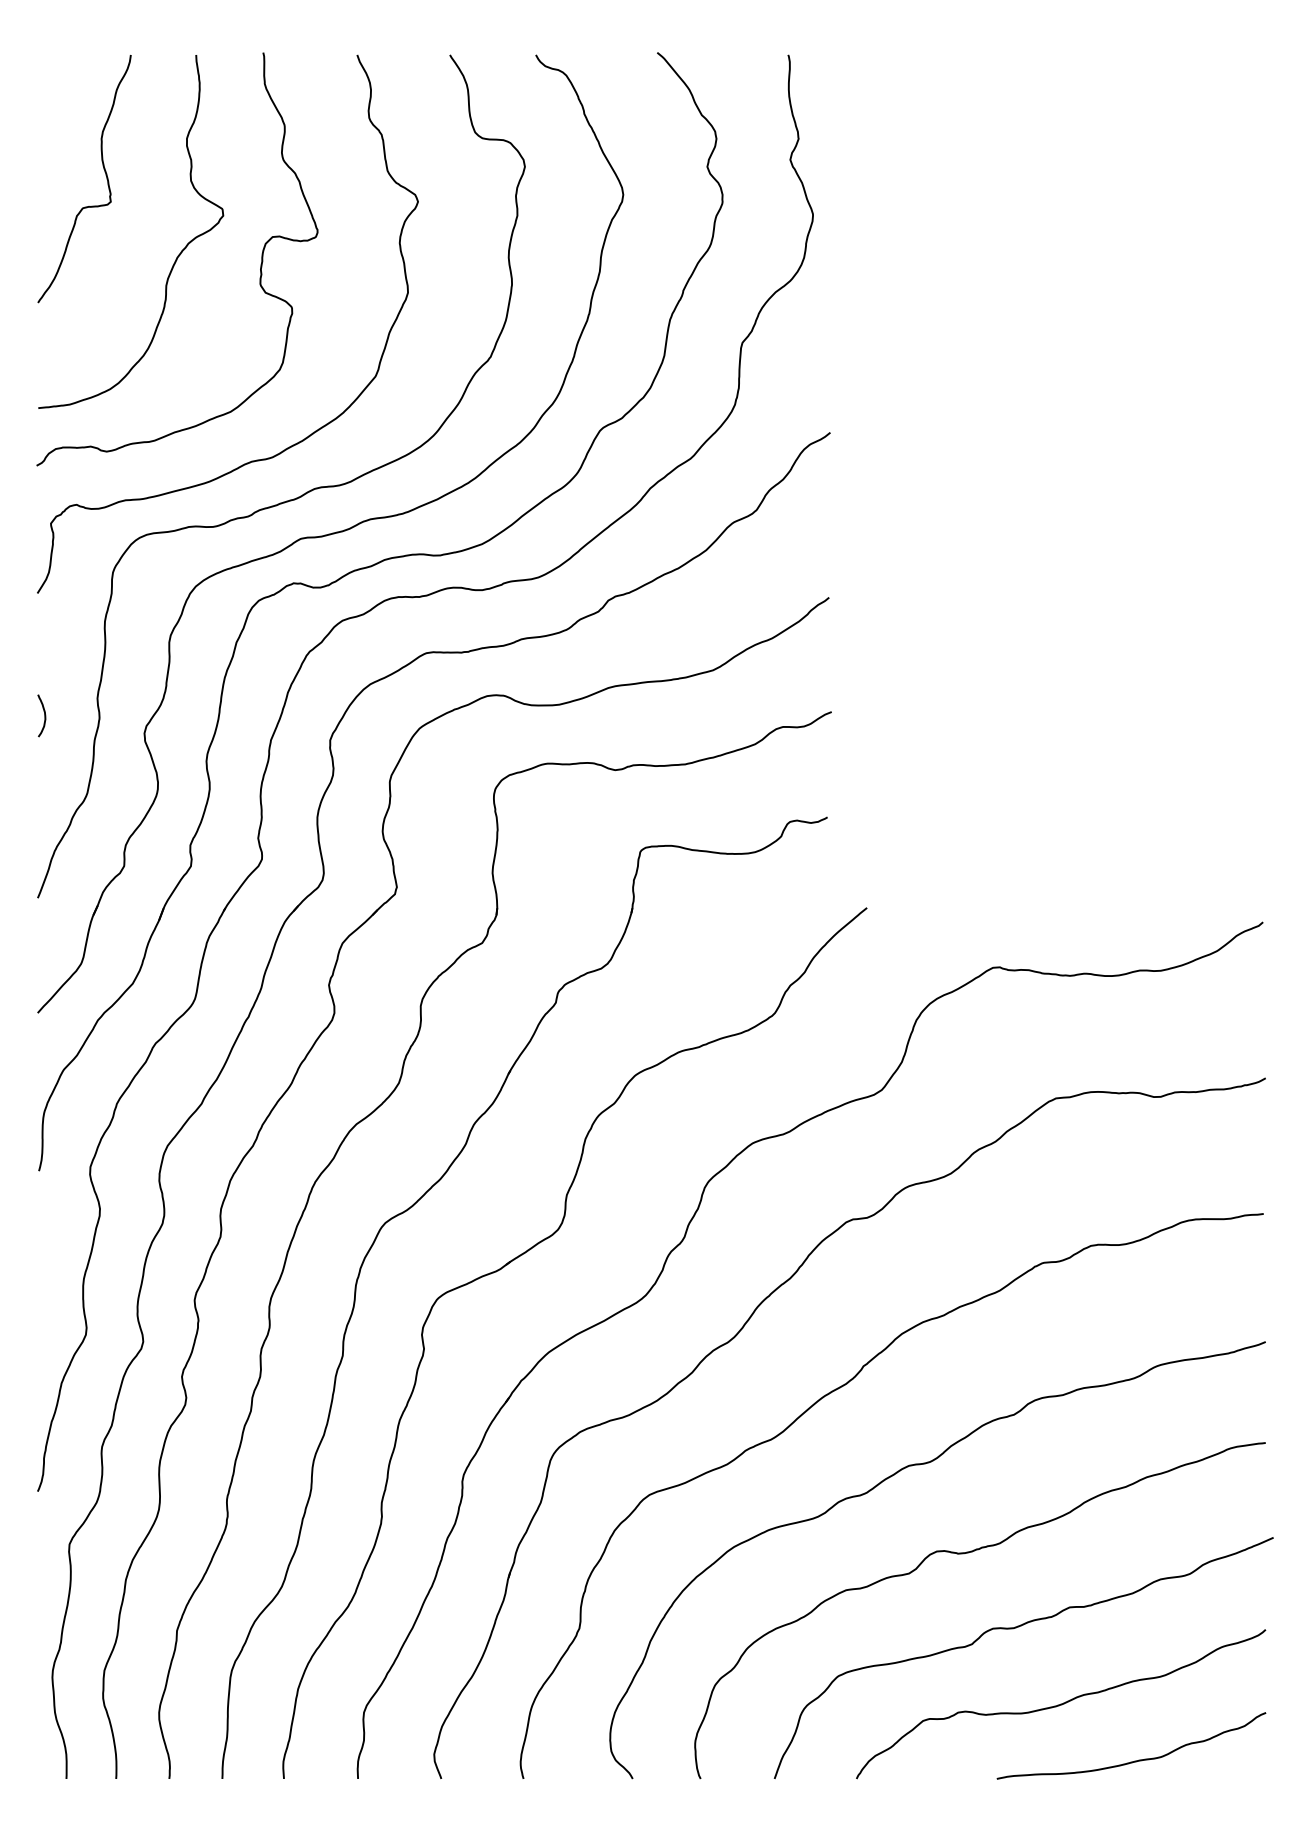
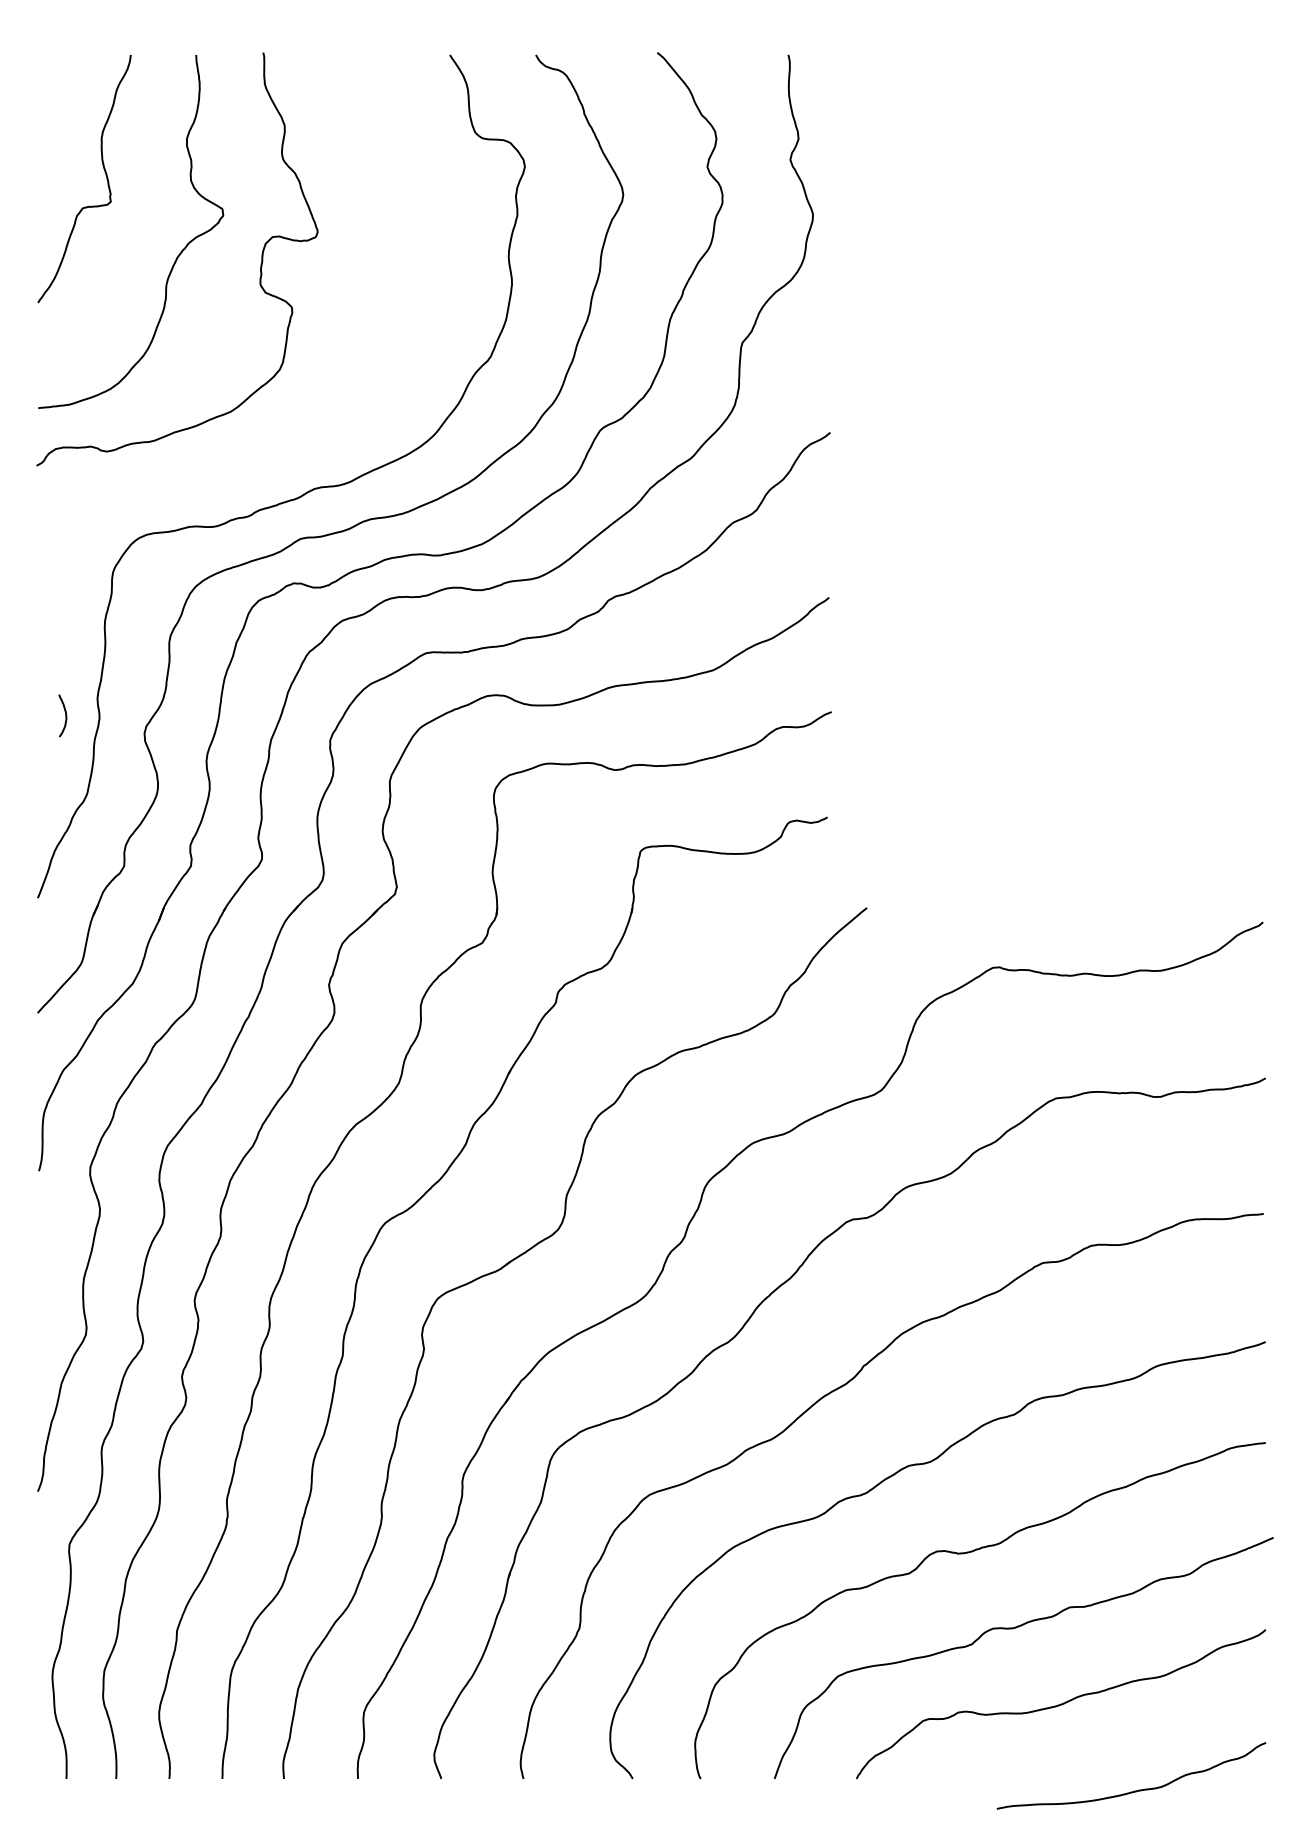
curve at (292, 444): present -> none
curve at (44, 715) position: (44, 715) -> (65, 715)
curve at (1134, 1760) position: (1134, 1760) -> (1134, 1790)
